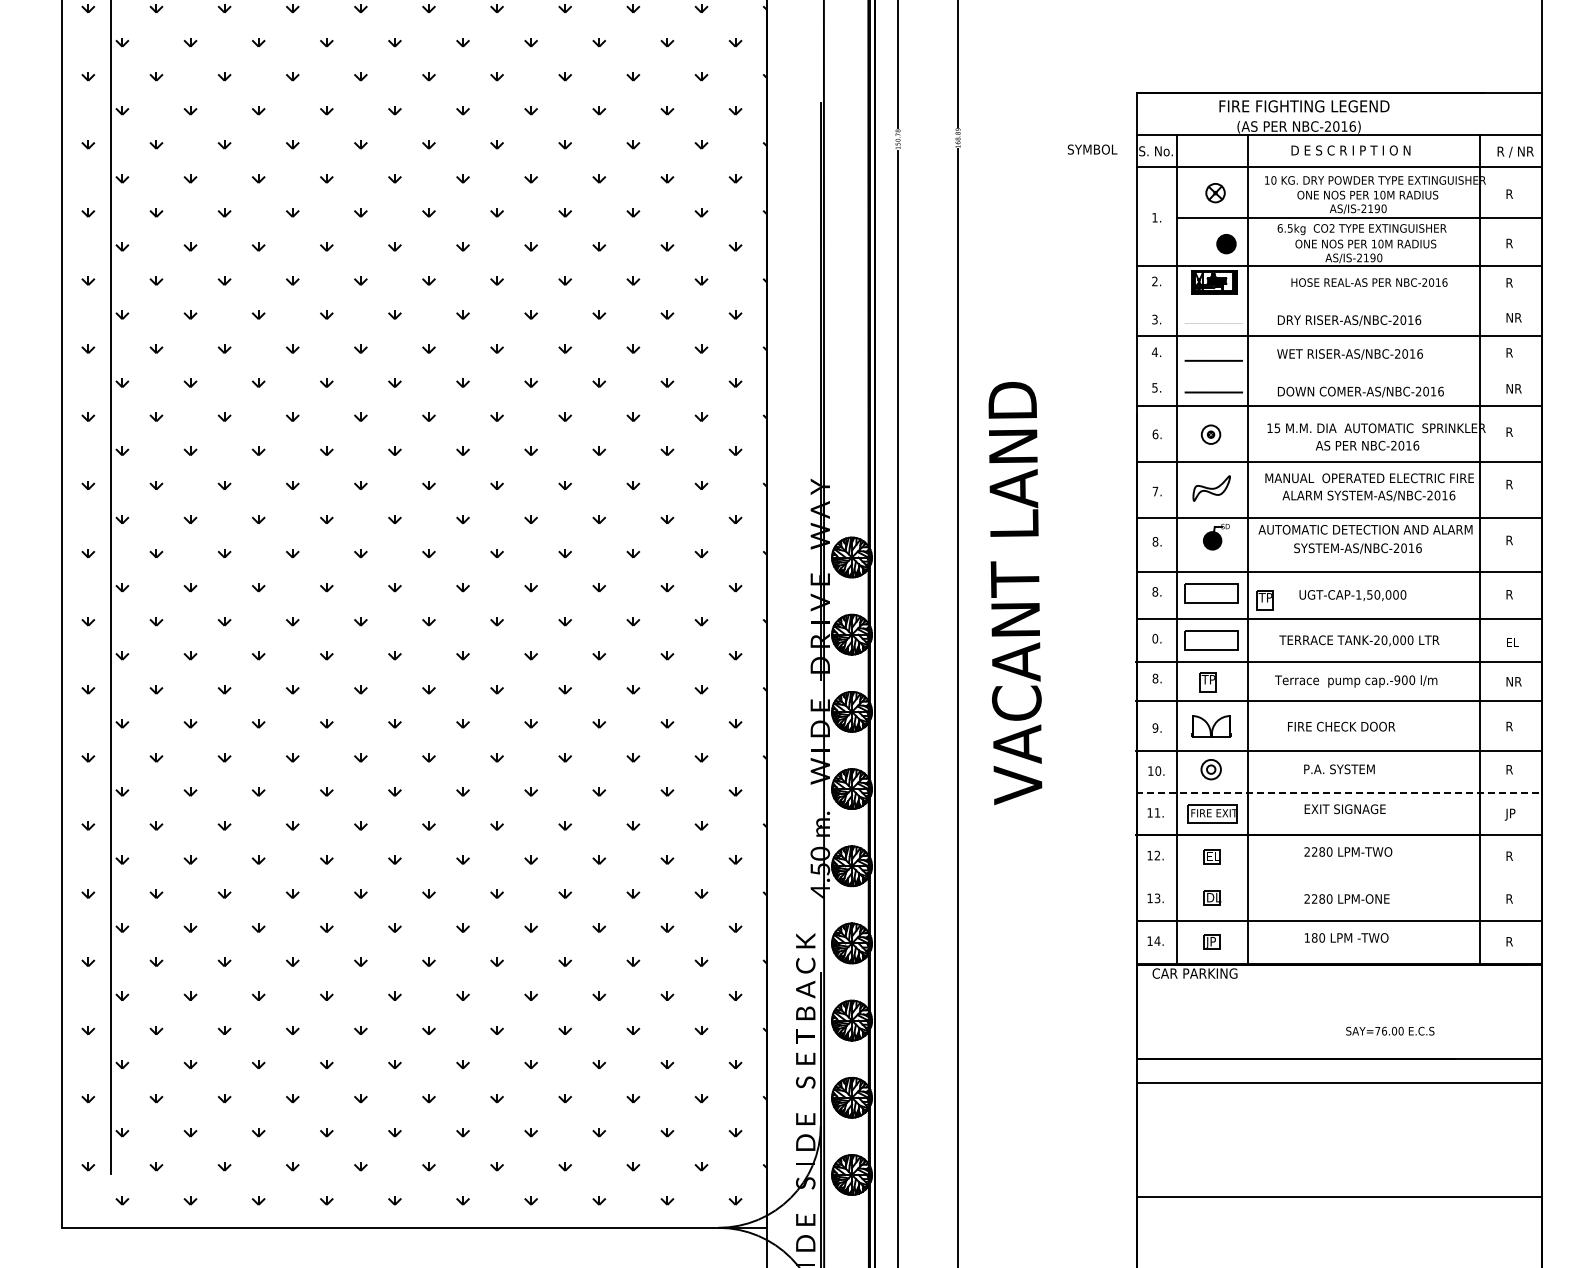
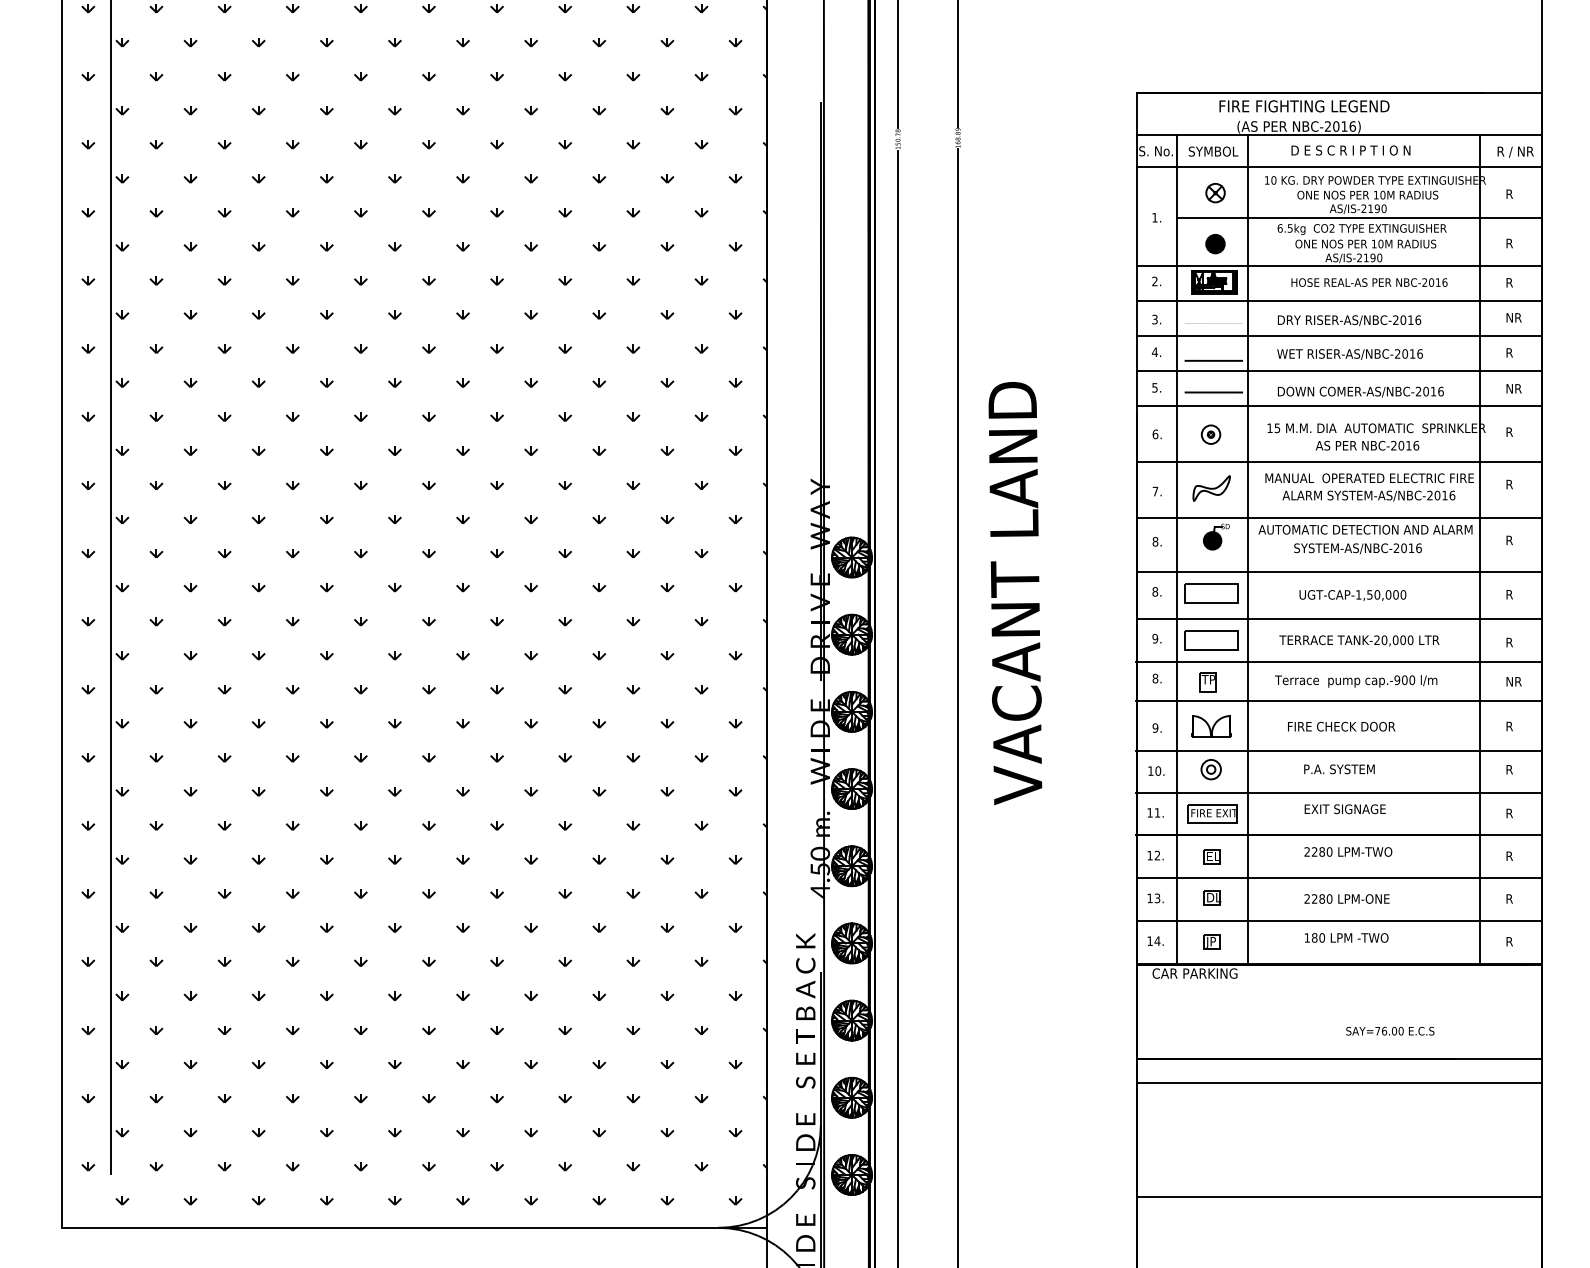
text at (1092, 149) position: (1092, 149) -> (1213, 151)
part at (1226, 244) position: (1226, 244) -> (1215, 244)
line at (1339, 300): none -> present
line at (1339, 370): none -> present
part at (1264, 600): present -> none
text at (1154, 638): 0. -> 9.
text at (1512, 642): EL -> R
line at (1339, 792): dashed -> solid
text at (1509, 814): JP -> R
line at (1339, 878): none -> present
